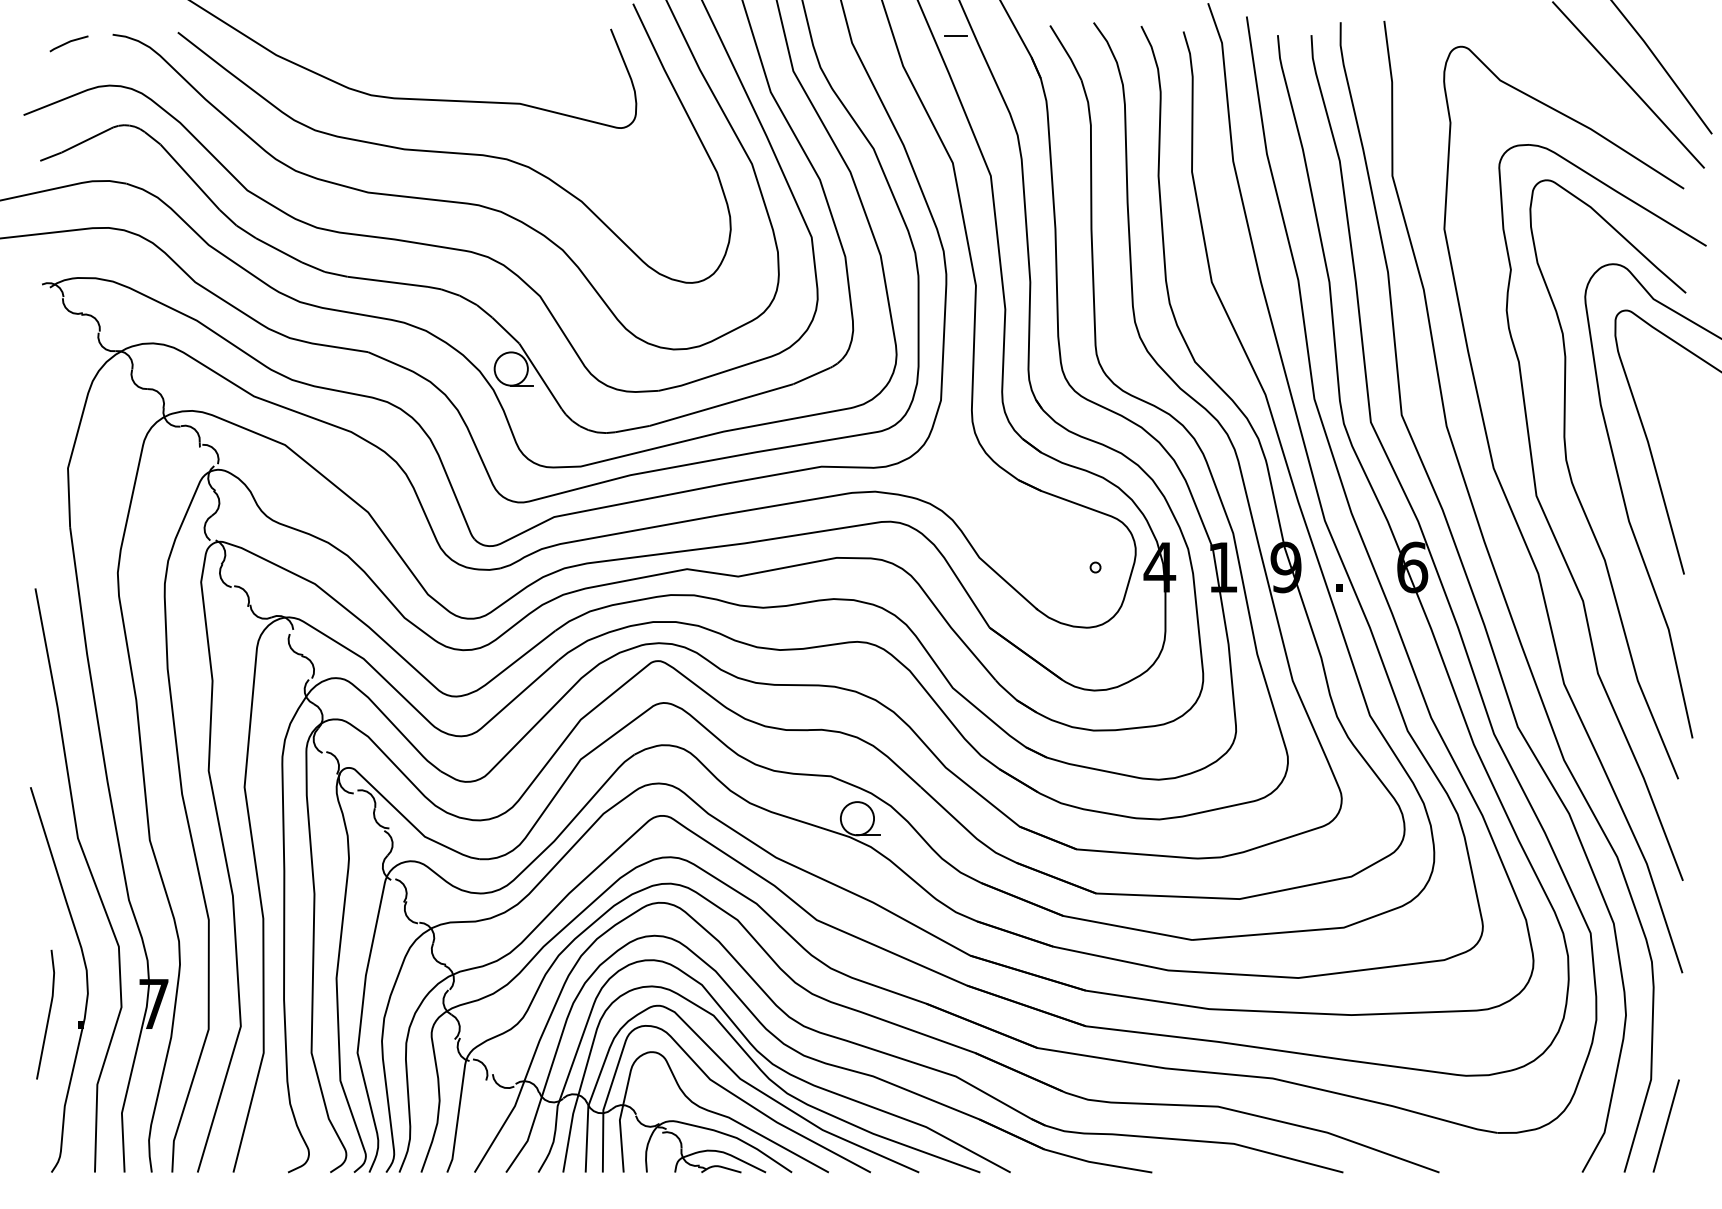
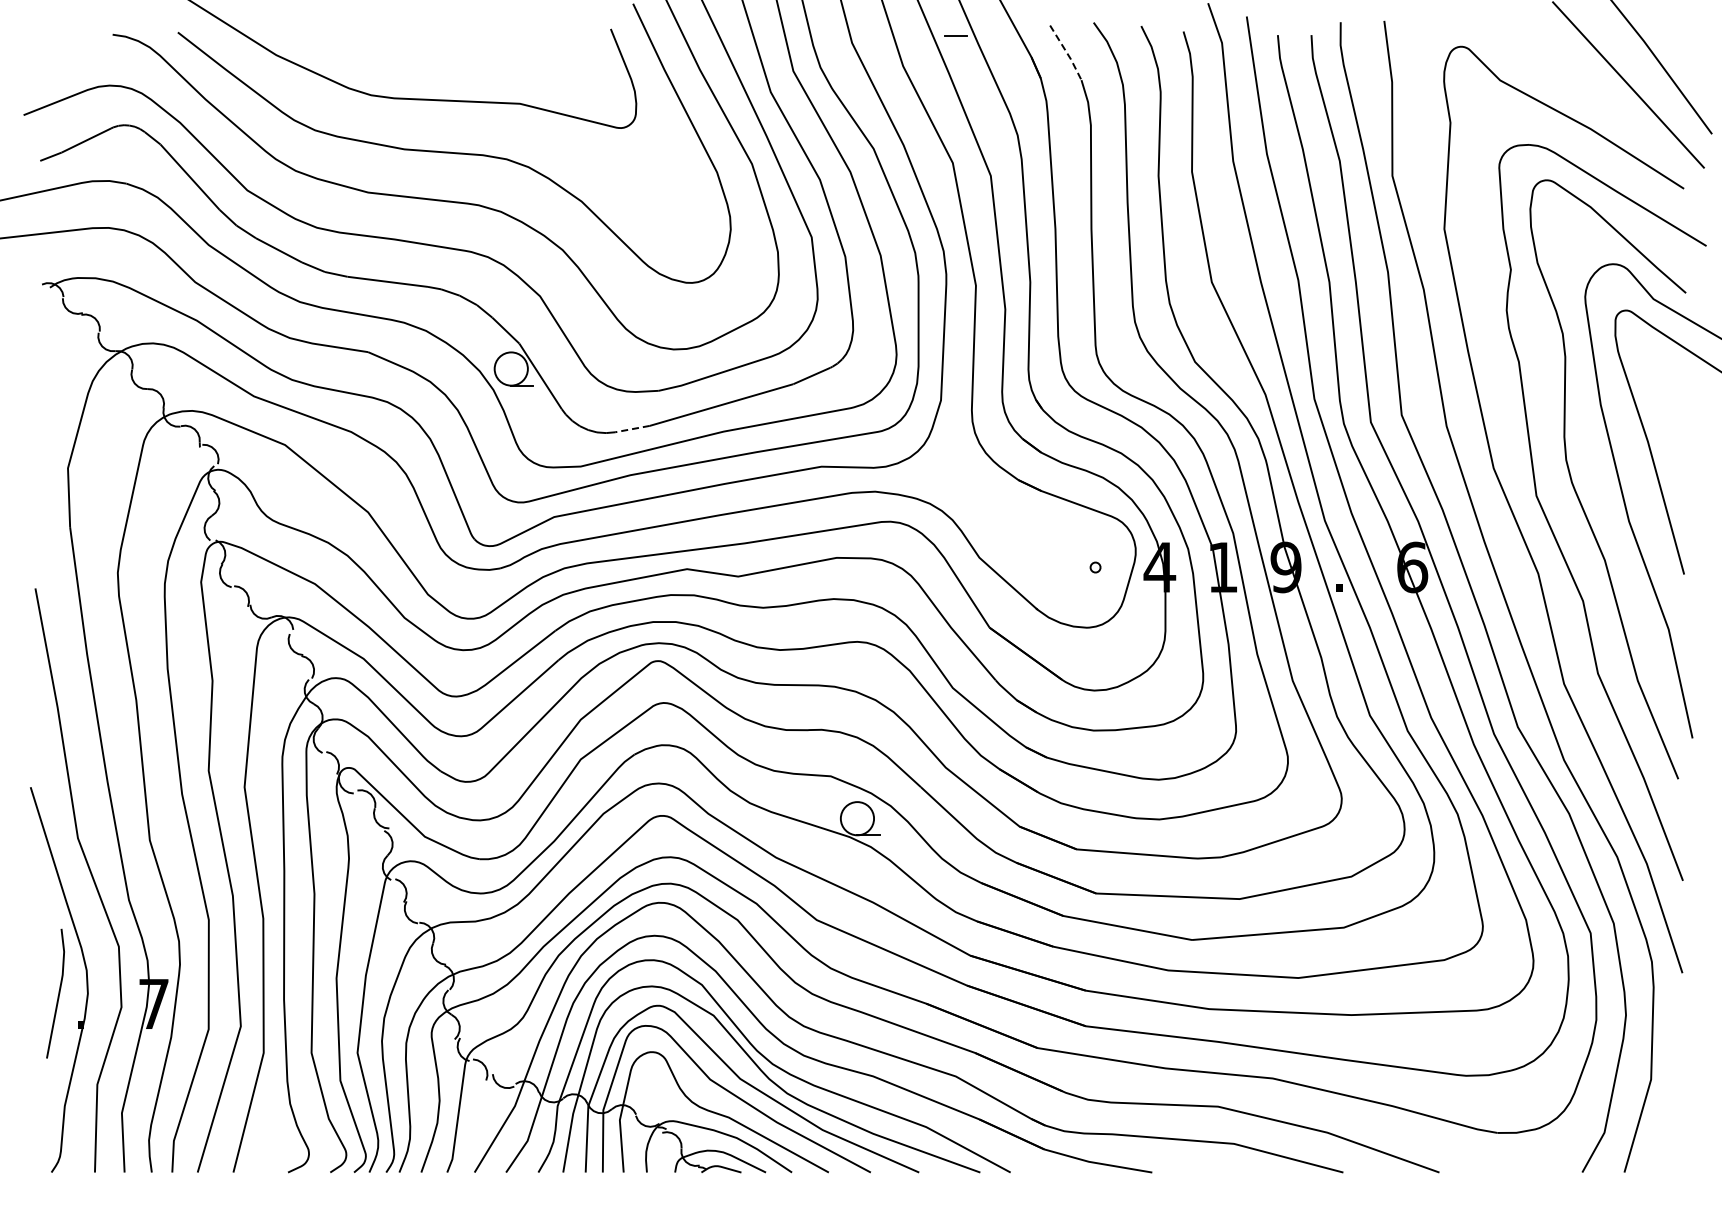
line at (68, 43): present -> none
line at (1067, 53): solid -> dashed
line at (632, 429): solid -> dashed
line at (48, 1014) position: (48, 1014) -> (58, 993)
line at (1665, 1125): present -> none
